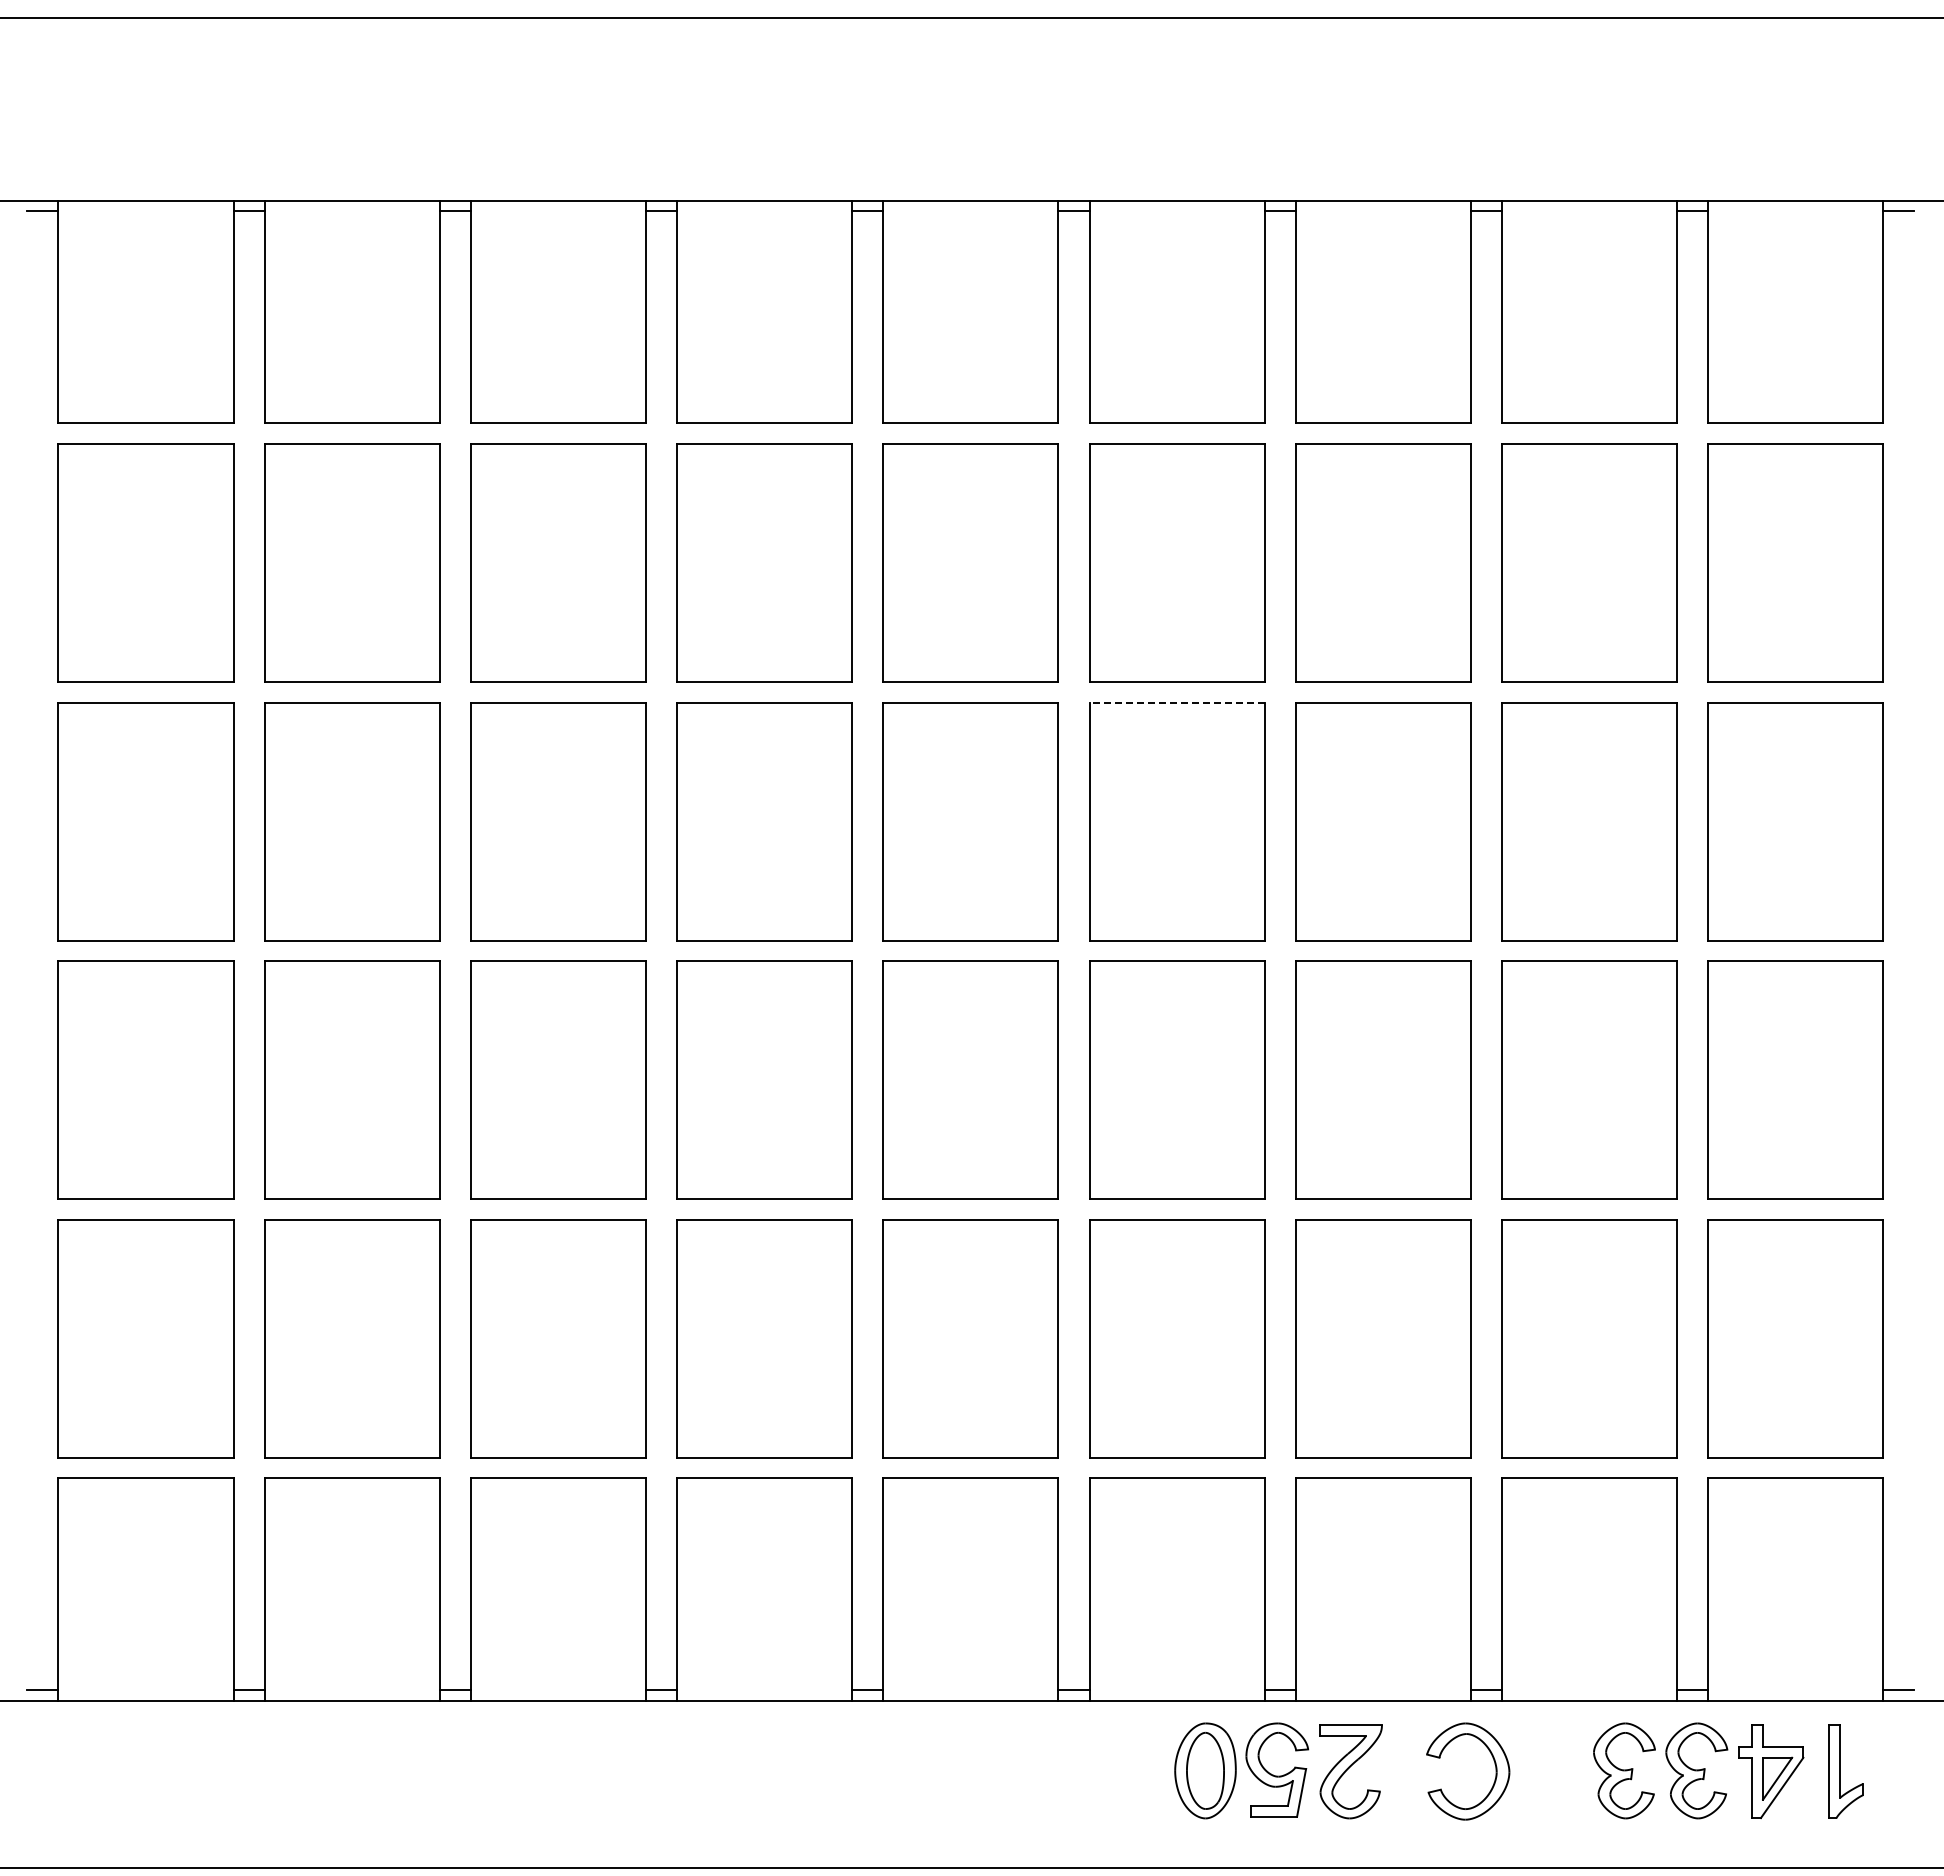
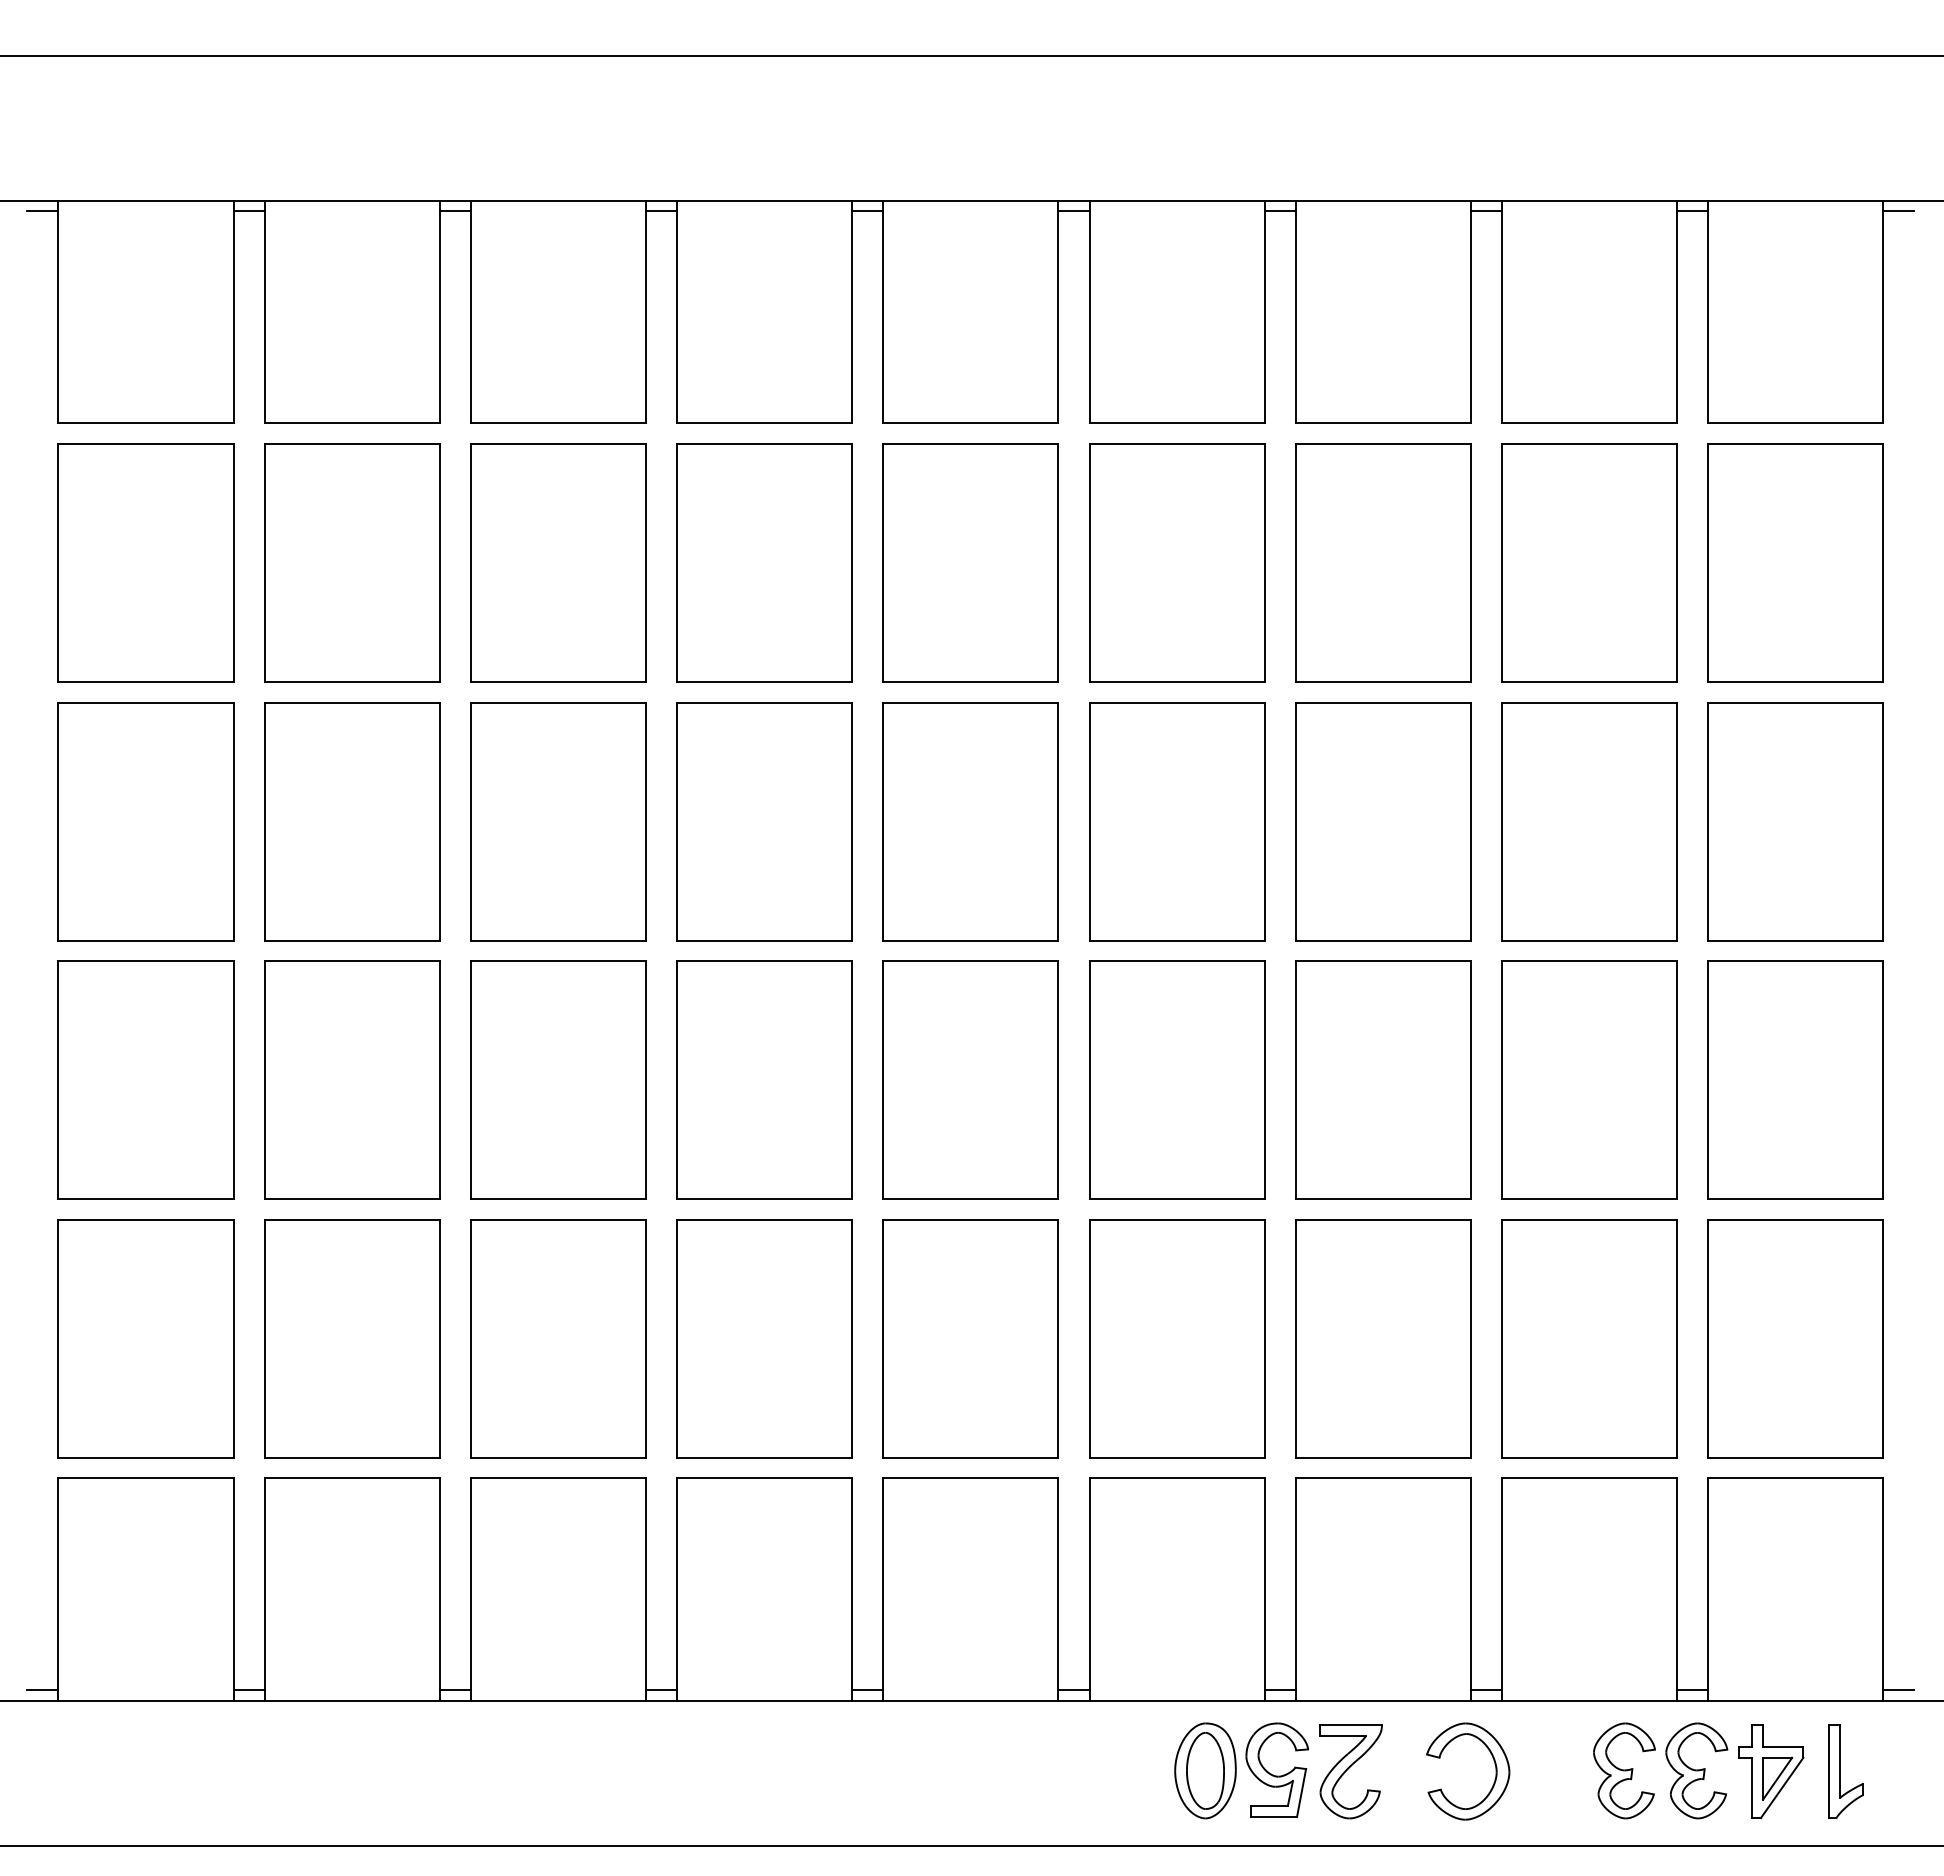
line at (971, 18) position: (971, 18) -> (971, 56)
line at (1177, 702): dashed -> solid
line at (971, 1867) position: (971, 1867) -> (971, 1845)
